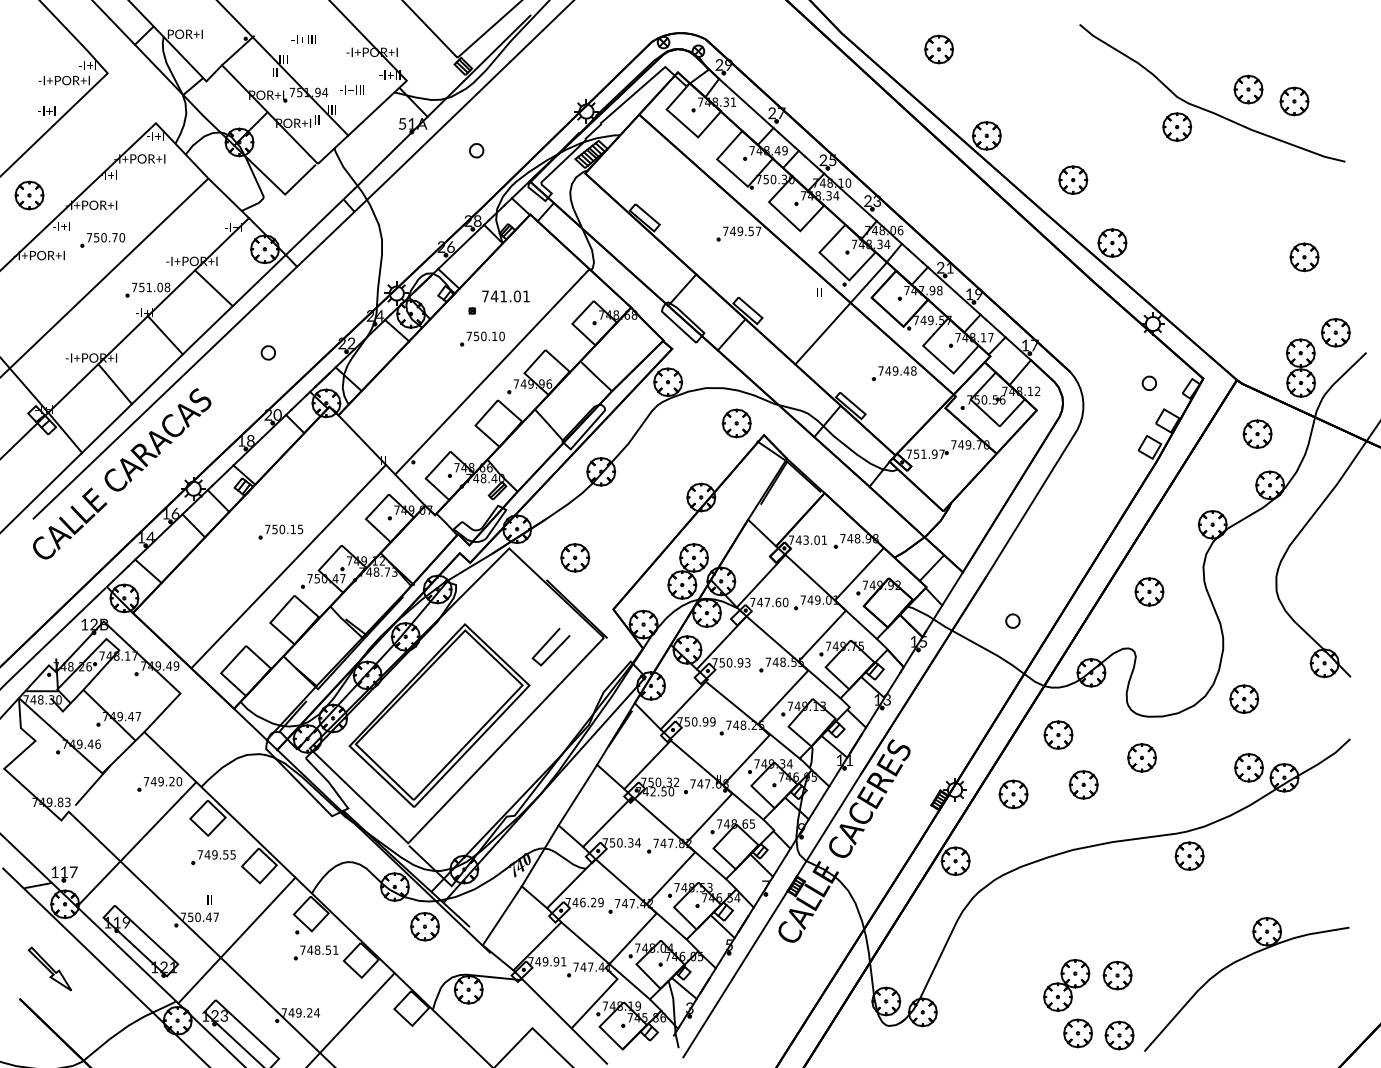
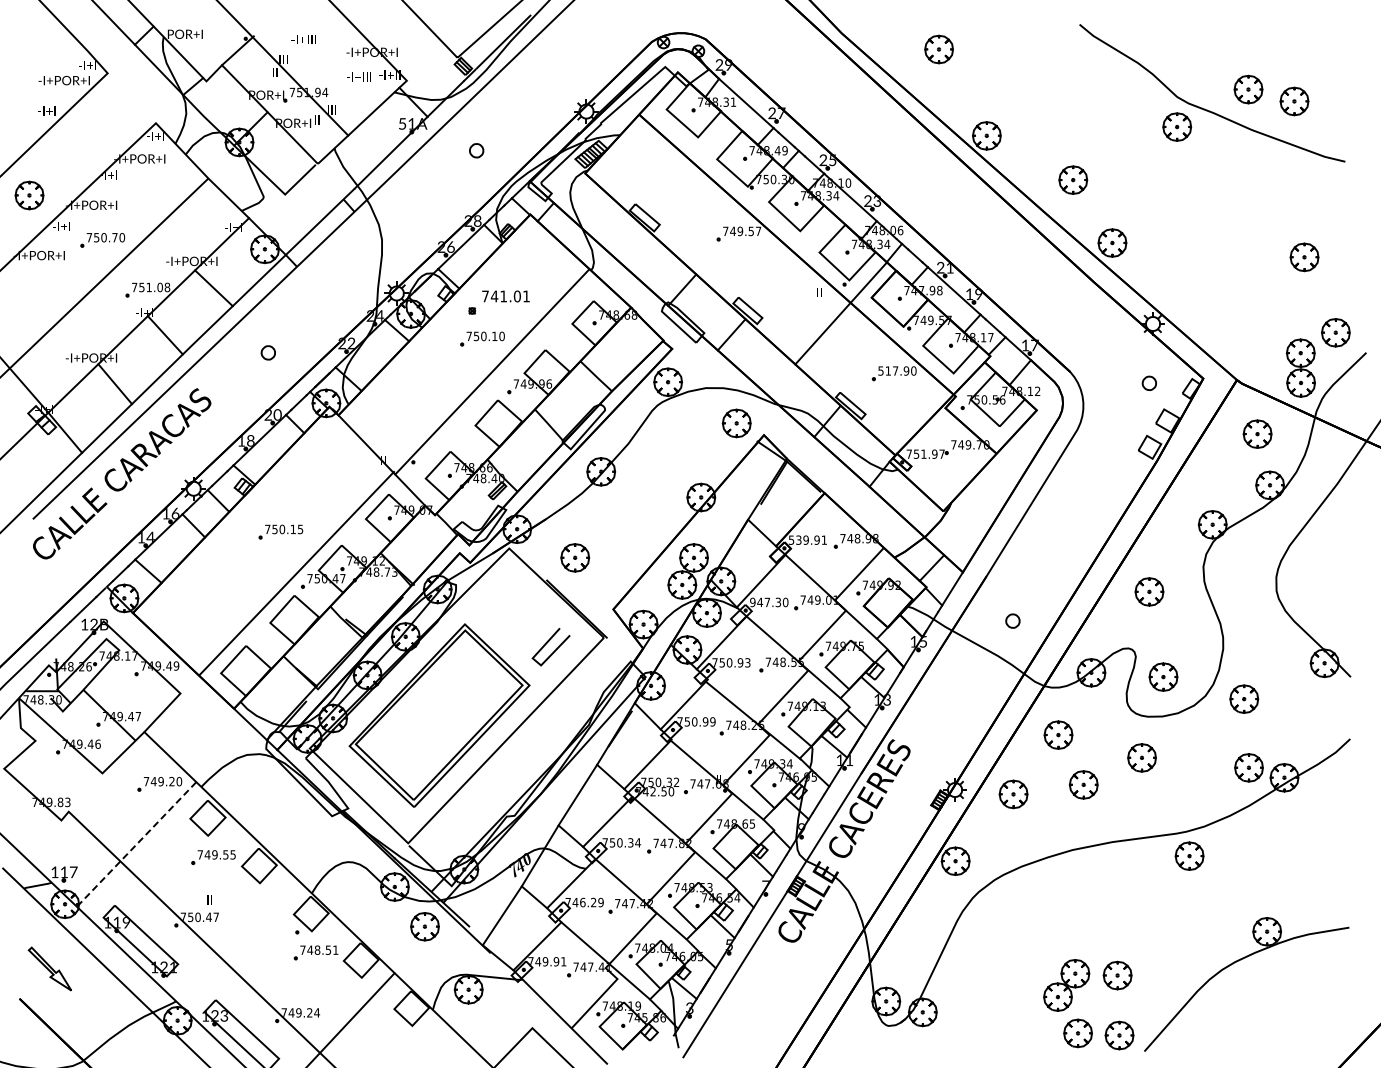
text at (351, 89) position: (351, 89) -> (358, 76)
text at (897, 370): 749.48 -> 517.90
text at (804, 539): 743.01 -> 539.91
line at (288, 566) position: (288, 566) -> (296, 573)
text at (765, 602): 747.60 -> 947.30
part at (1163, 676): none -> present
line at (92, 785): present -> none
line at (136, 844): solid -> dashed
line at (236, 940): present -> none
